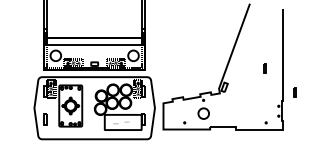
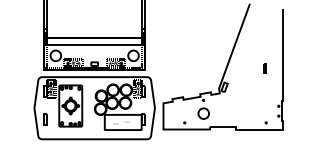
part at (294, 92): present -> none
